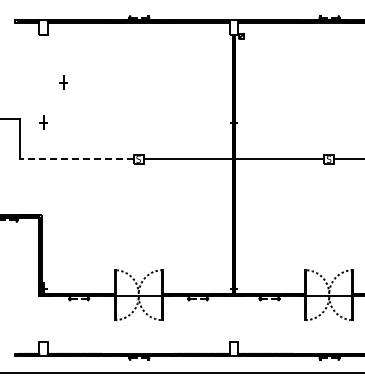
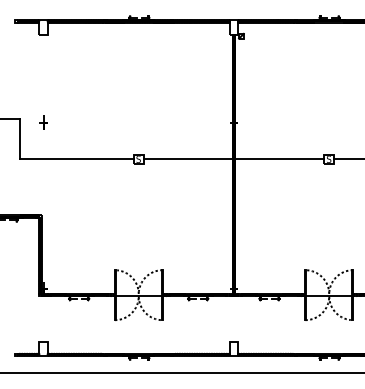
line at (63, 82): present -> none
line at (77, 159): dashed -> solid
